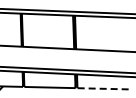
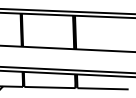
line at (103, 88): dashed -> solid
